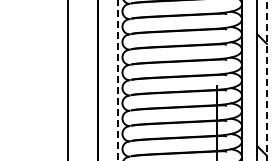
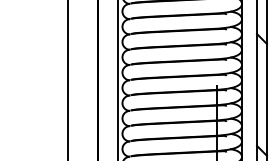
line at (117, 80): dashed -> solid
line at (266, 80): dashed -> solid
